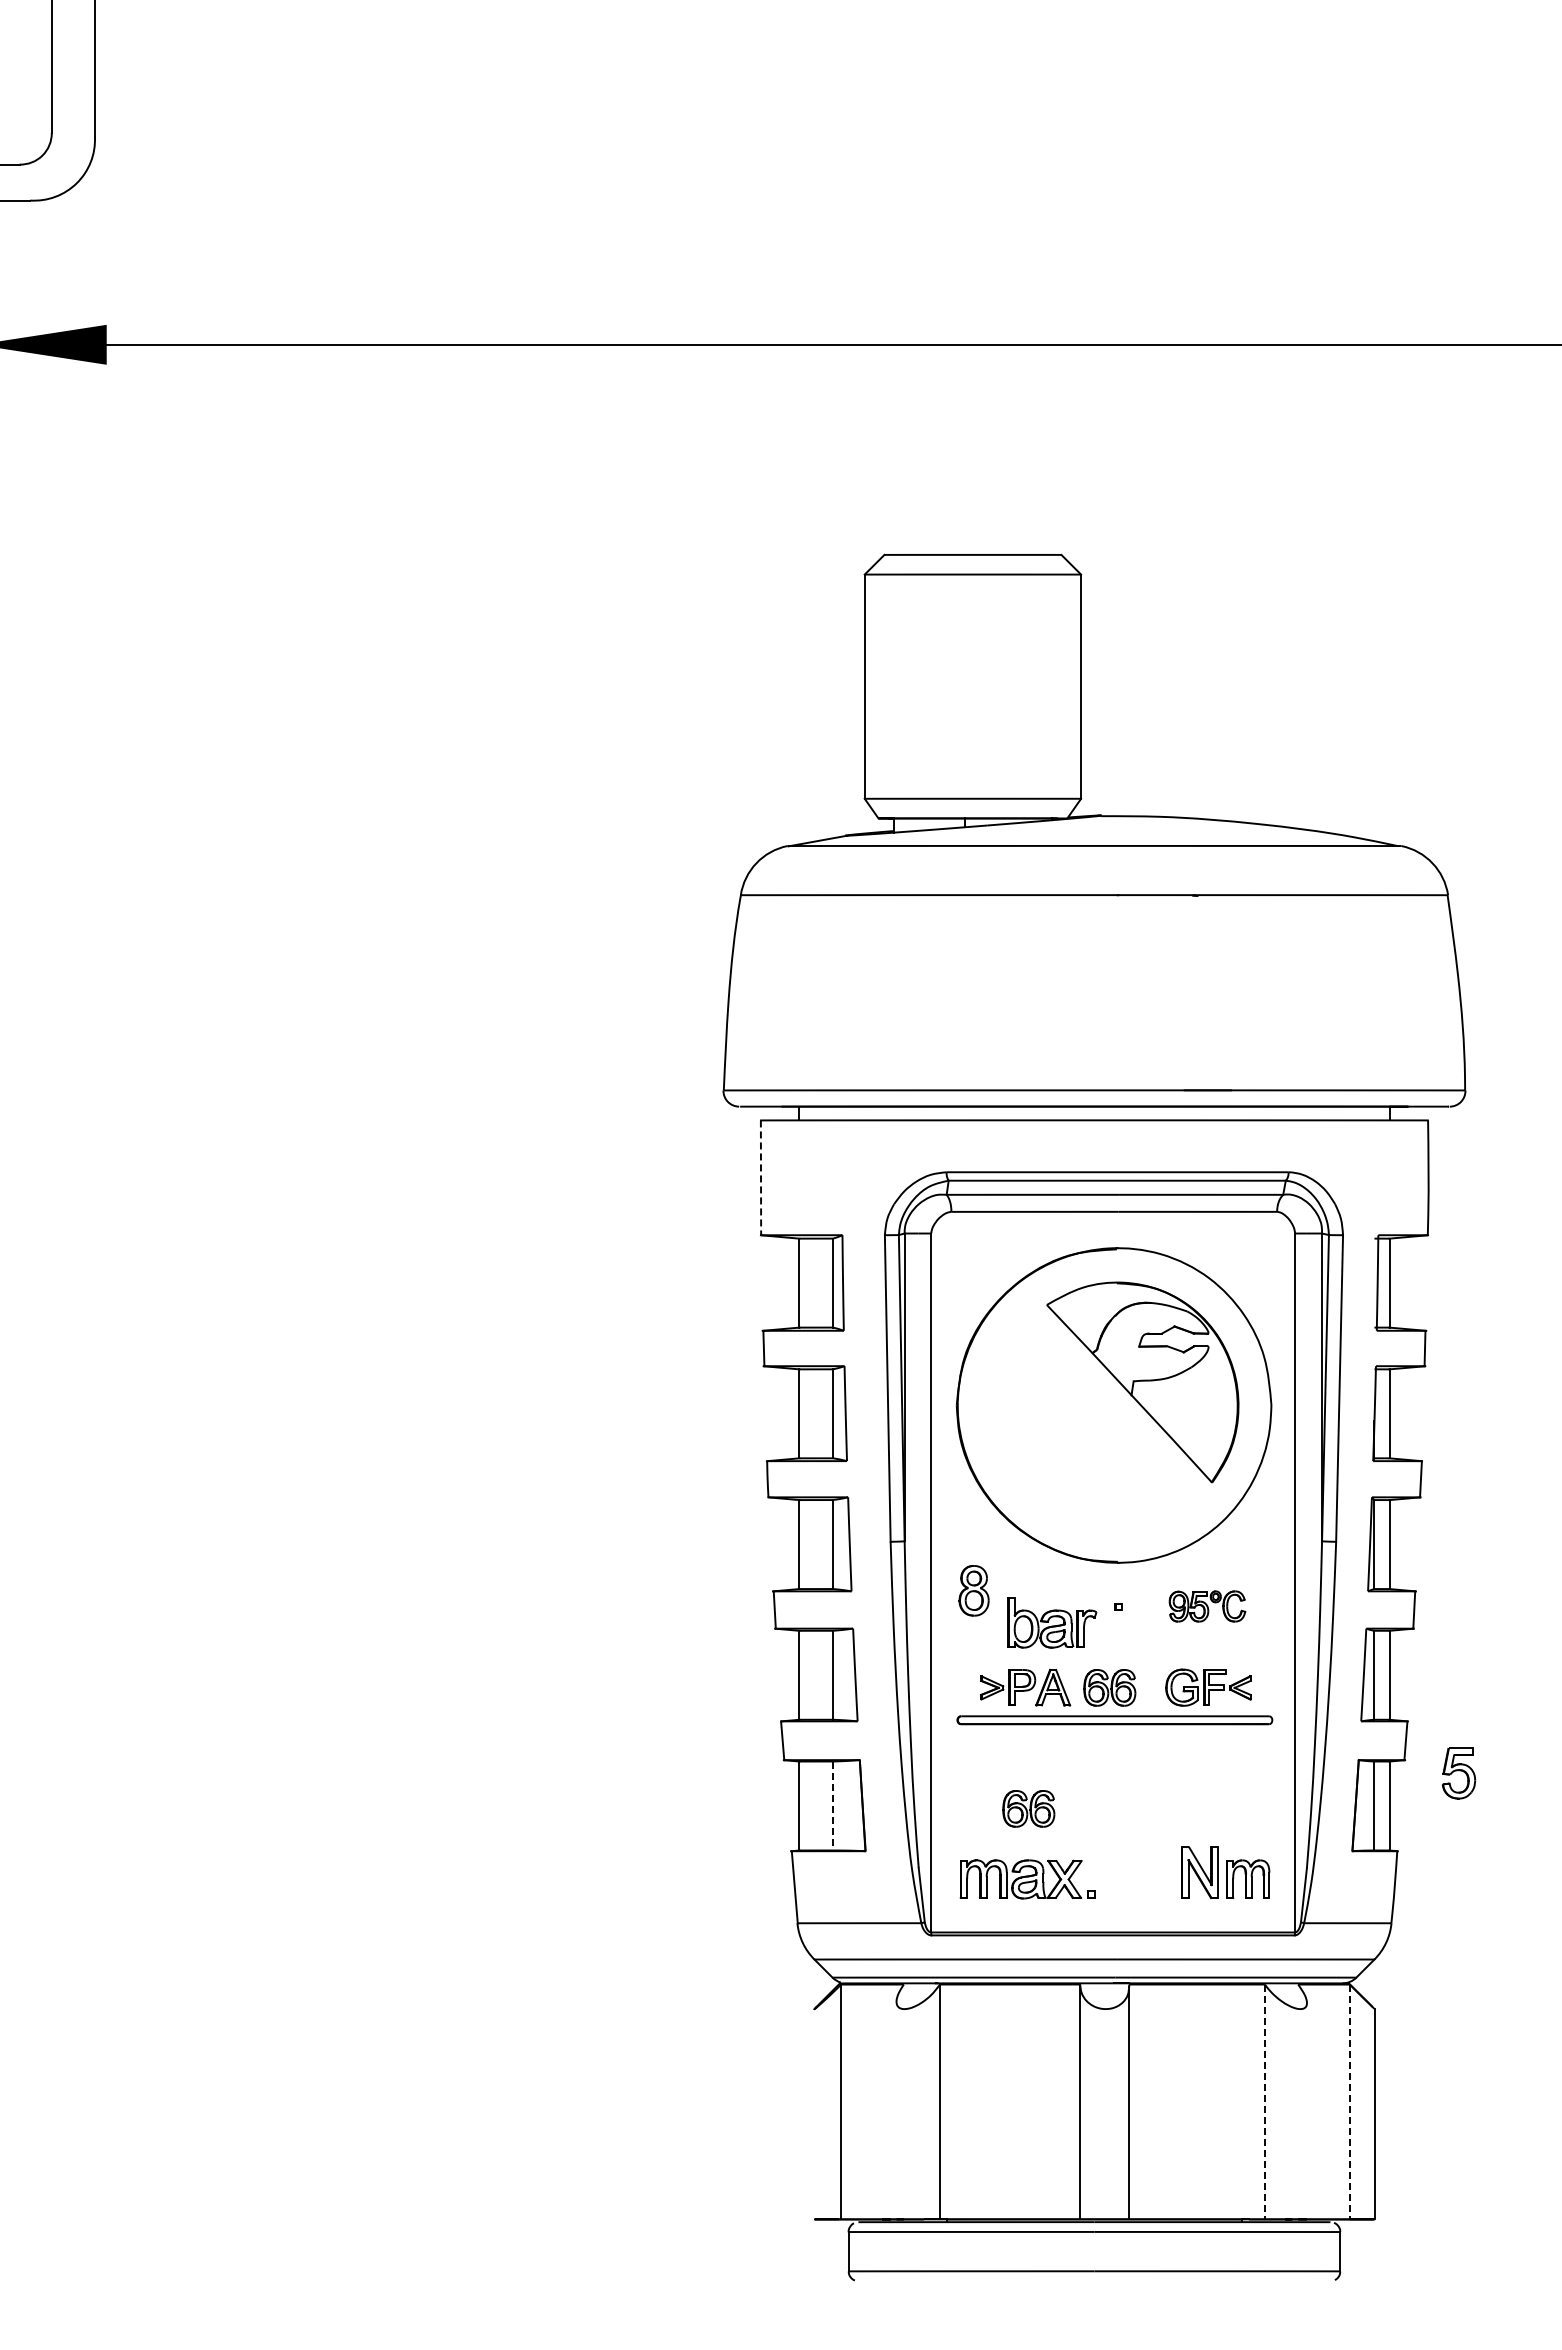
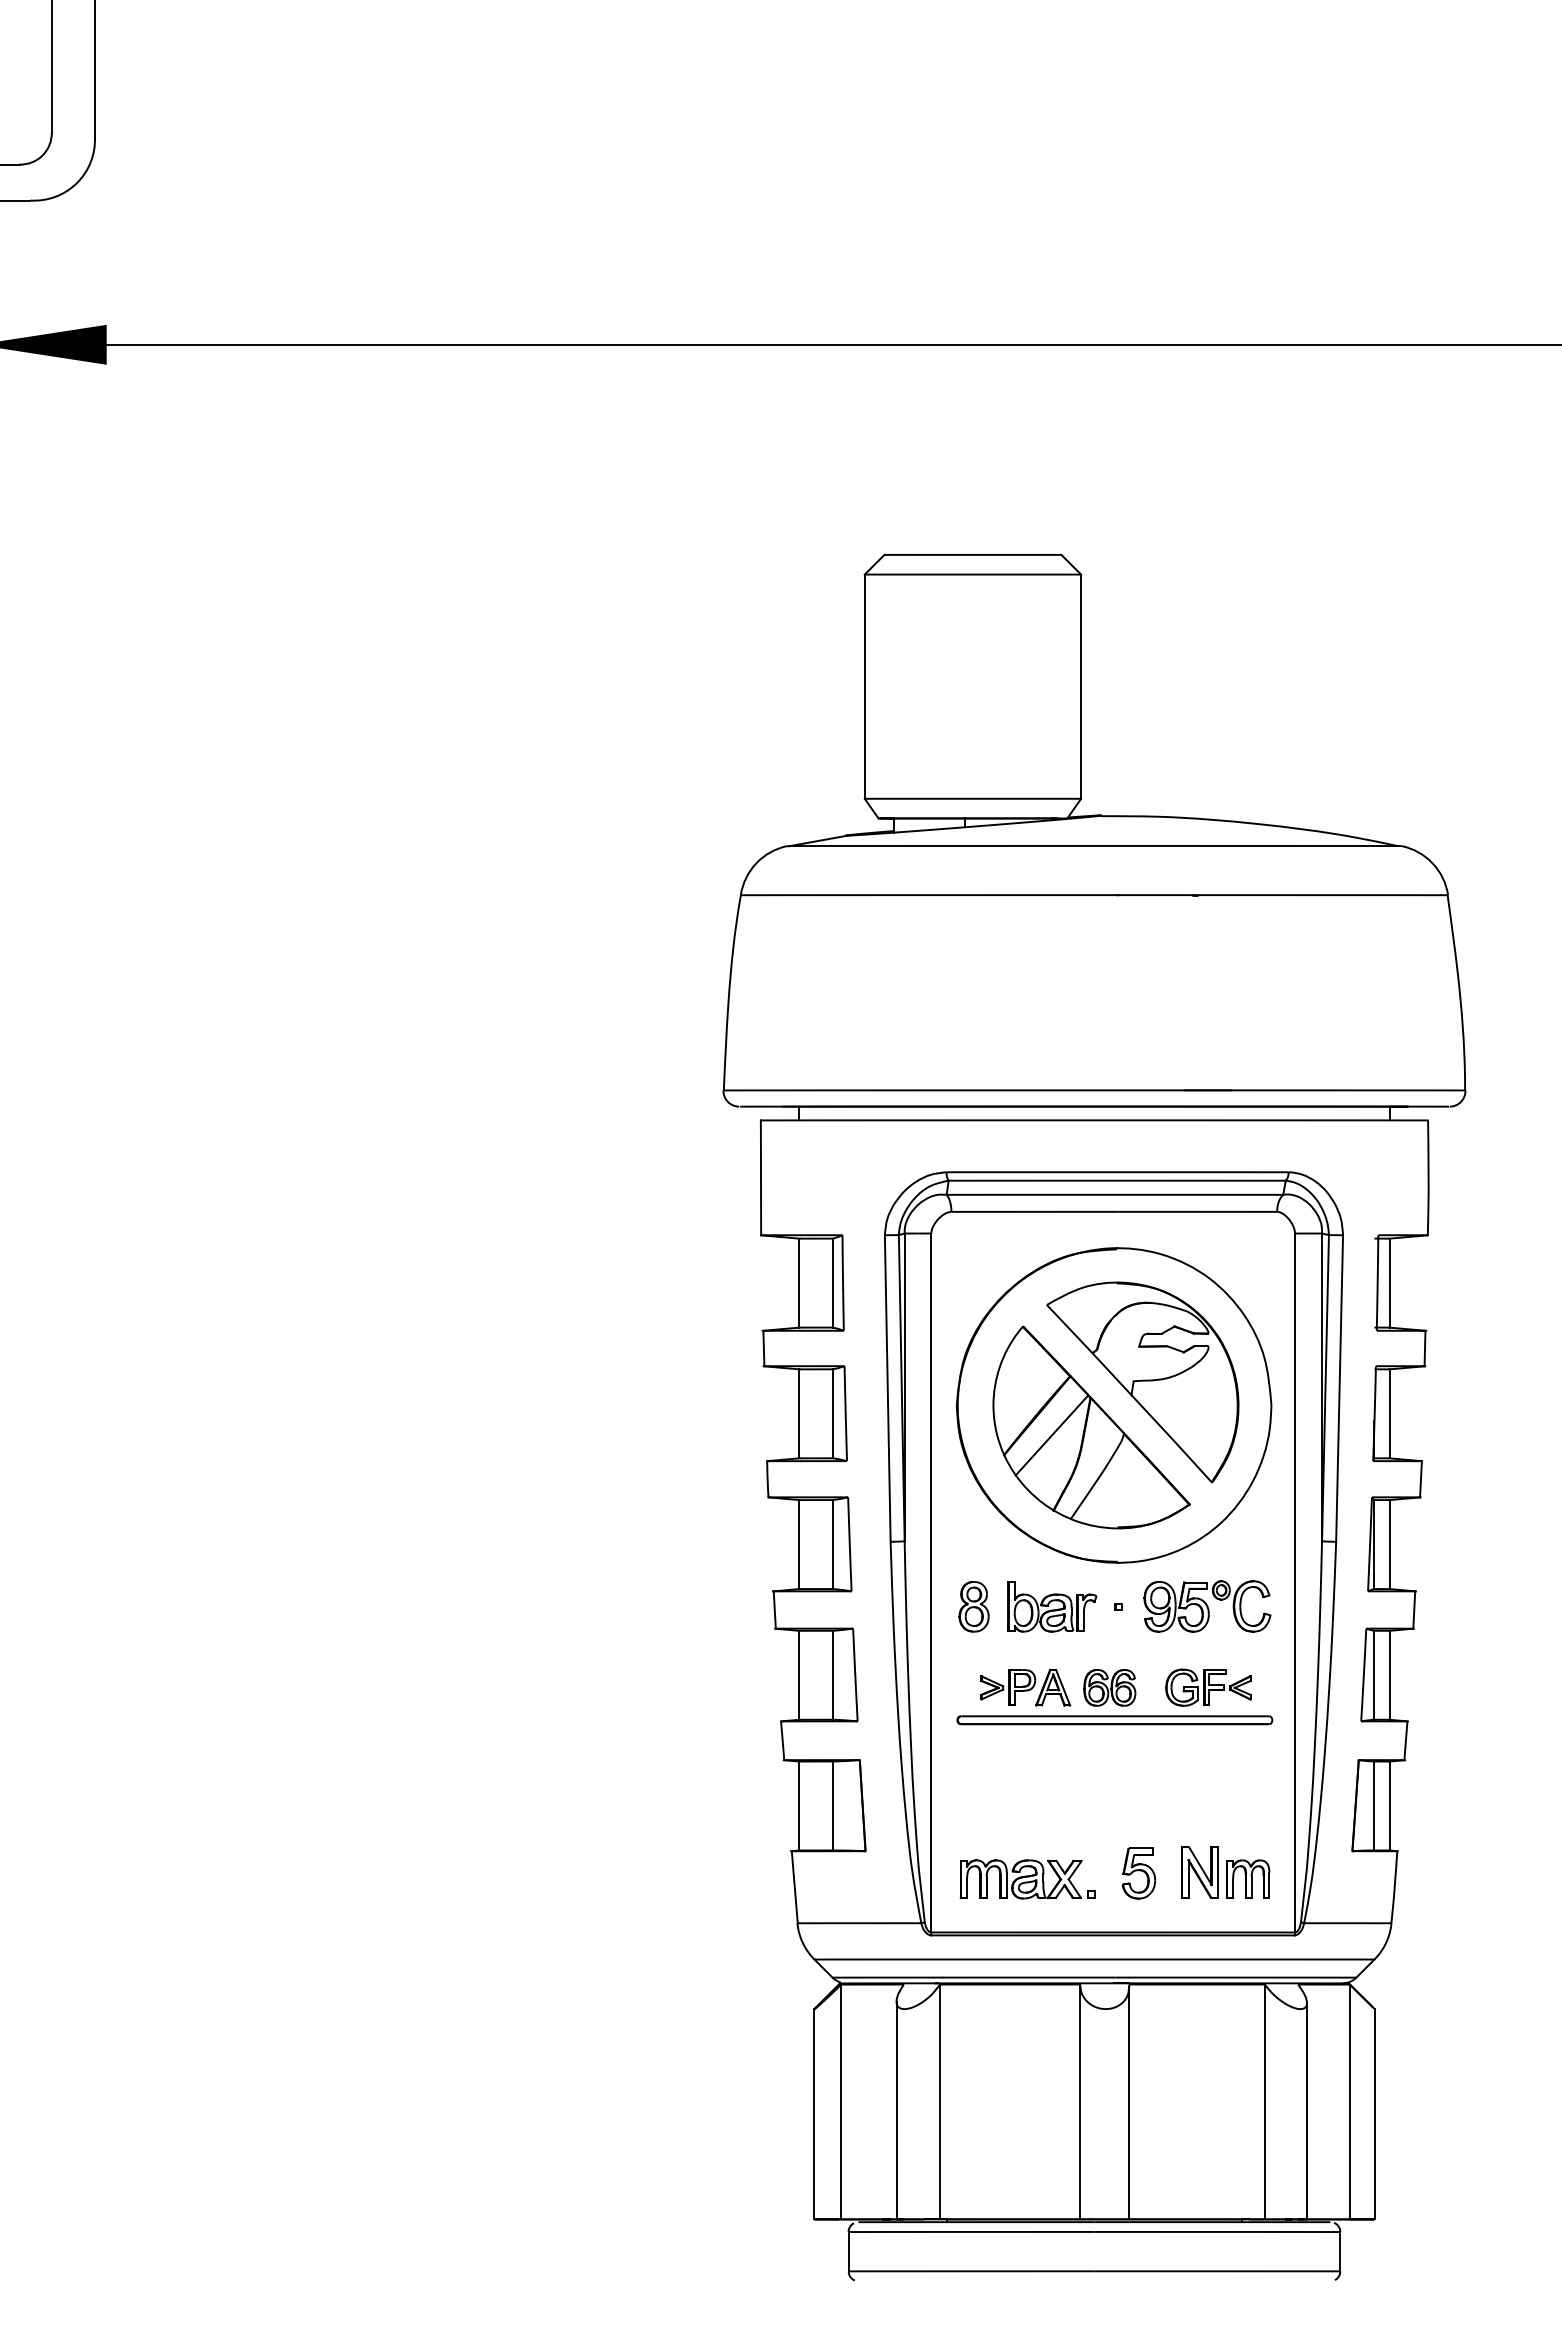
line at (761, 1178): dashed -> solid
part at (1091, 1427): none -> present
part at (973, 1590) position: (973, 1590) -> (973, 1606)
part at (1207, 1606) size: 79x33 px -> 129x53 px
part at (1052, 1622) position: (1052, 1622) -> (1052, 1606)
part at (1459, 1773) position: (1459, 1773) -> (1139, 1873)
line at (833, 1806): dashed -> solid
part at (1028, 1808): present -> none
line at (1264, 2102): dashed -> solid
line at (1349, 2102): dashed -> solid
line at (896, 2110): none -> present
line at (1306, 2111): none -> present
line at (814, 2114): none -> present
